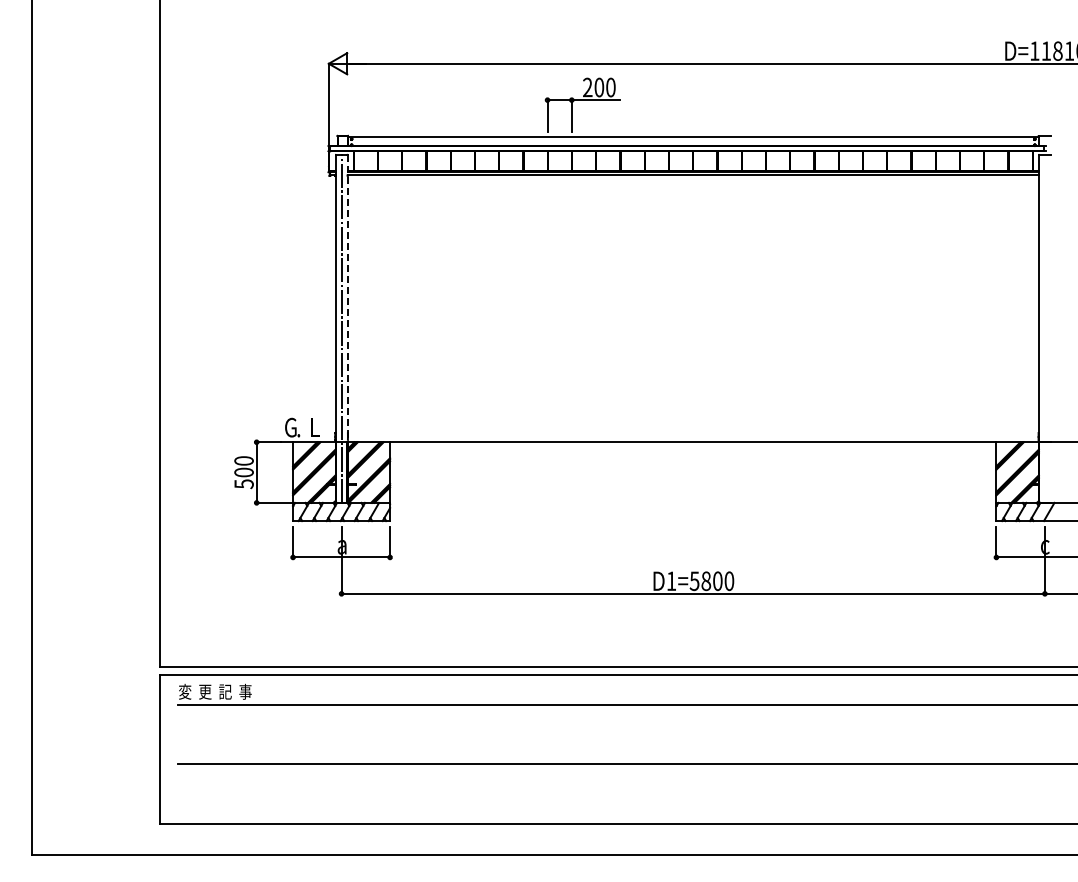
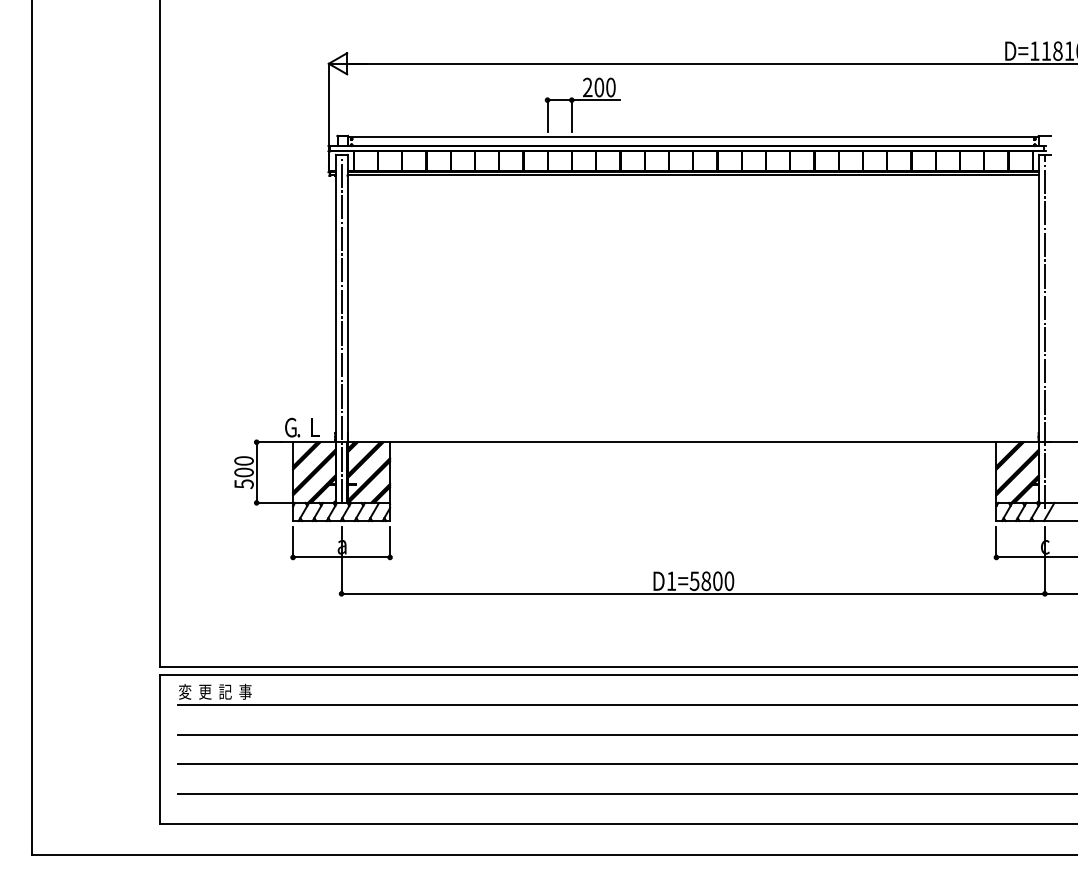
line at (347, 298): dashed -> solid
line at (1044, 331): none -> present
line at (625, 734): none -> present
line at (625, 793): none -> present
